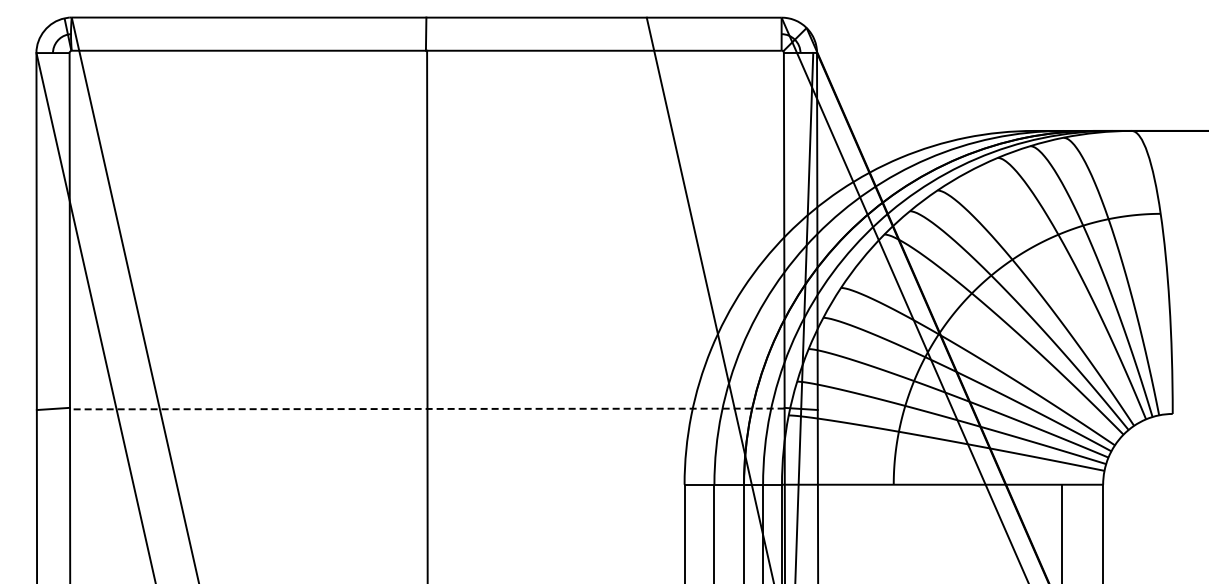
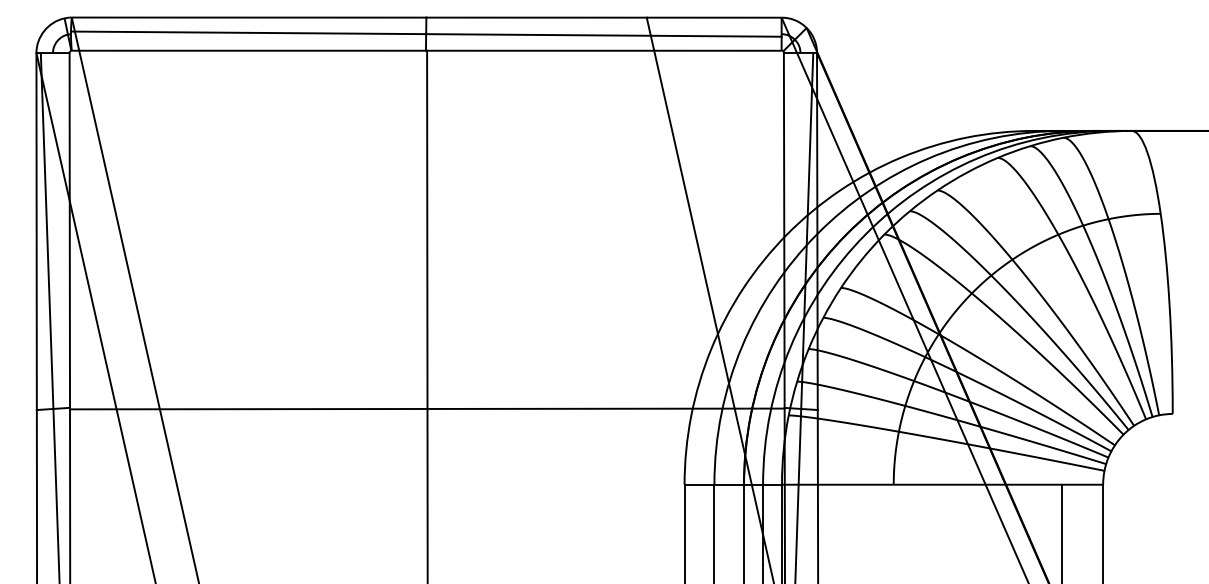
line at (425, 33): none -> present
line at (49, 316): none -> present
line at (426, 408): dashed -> solid
